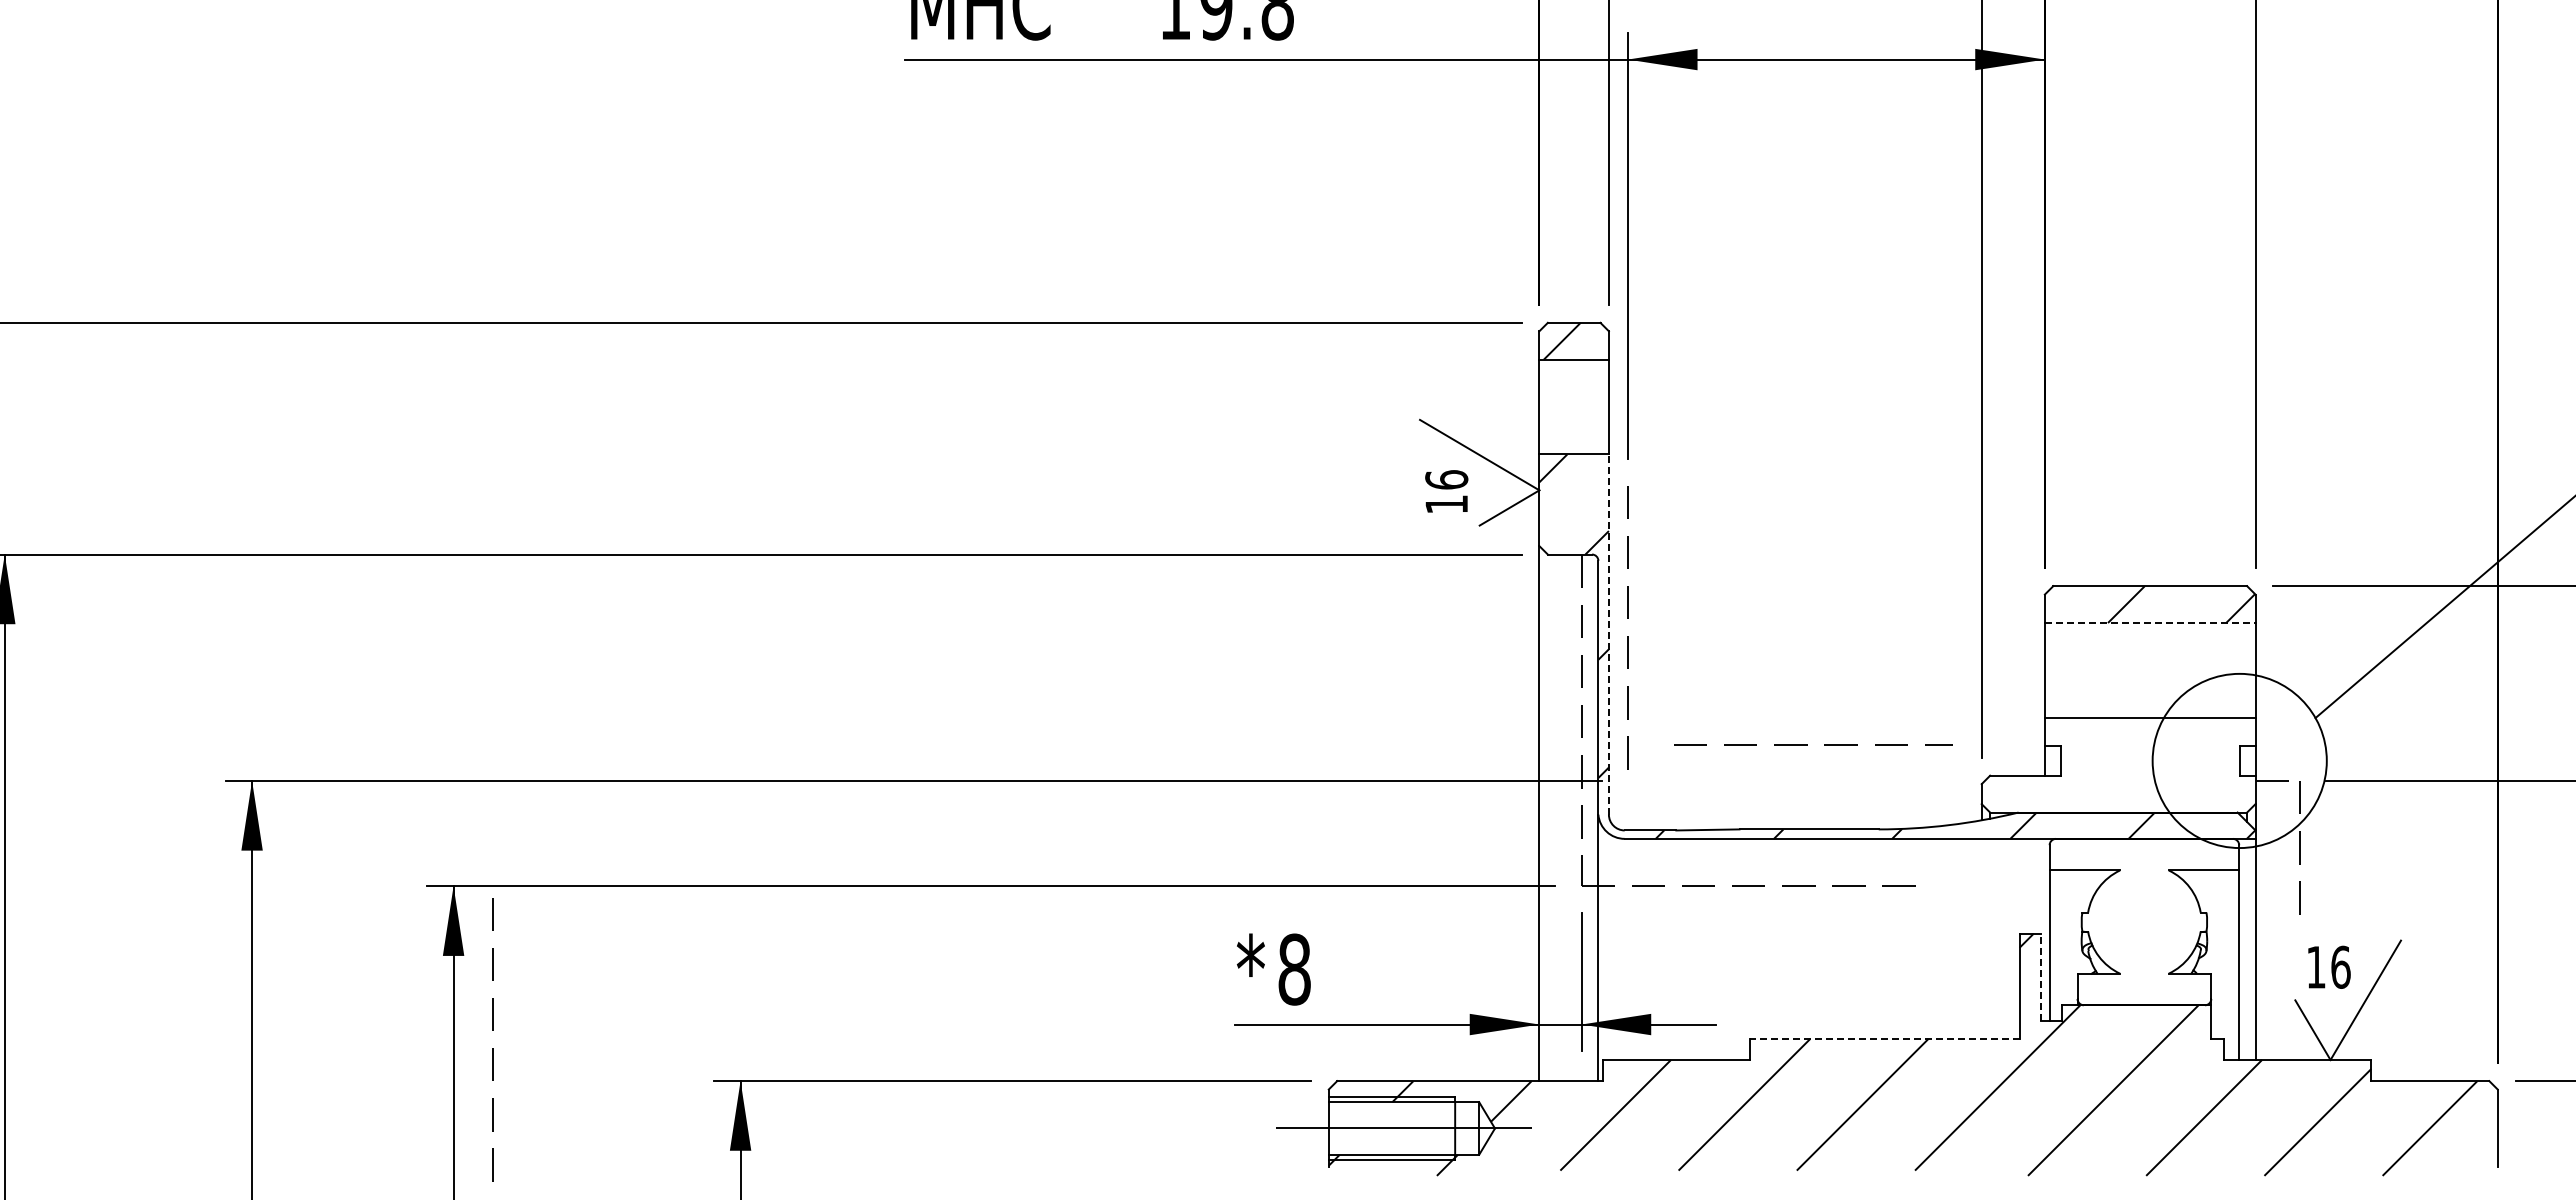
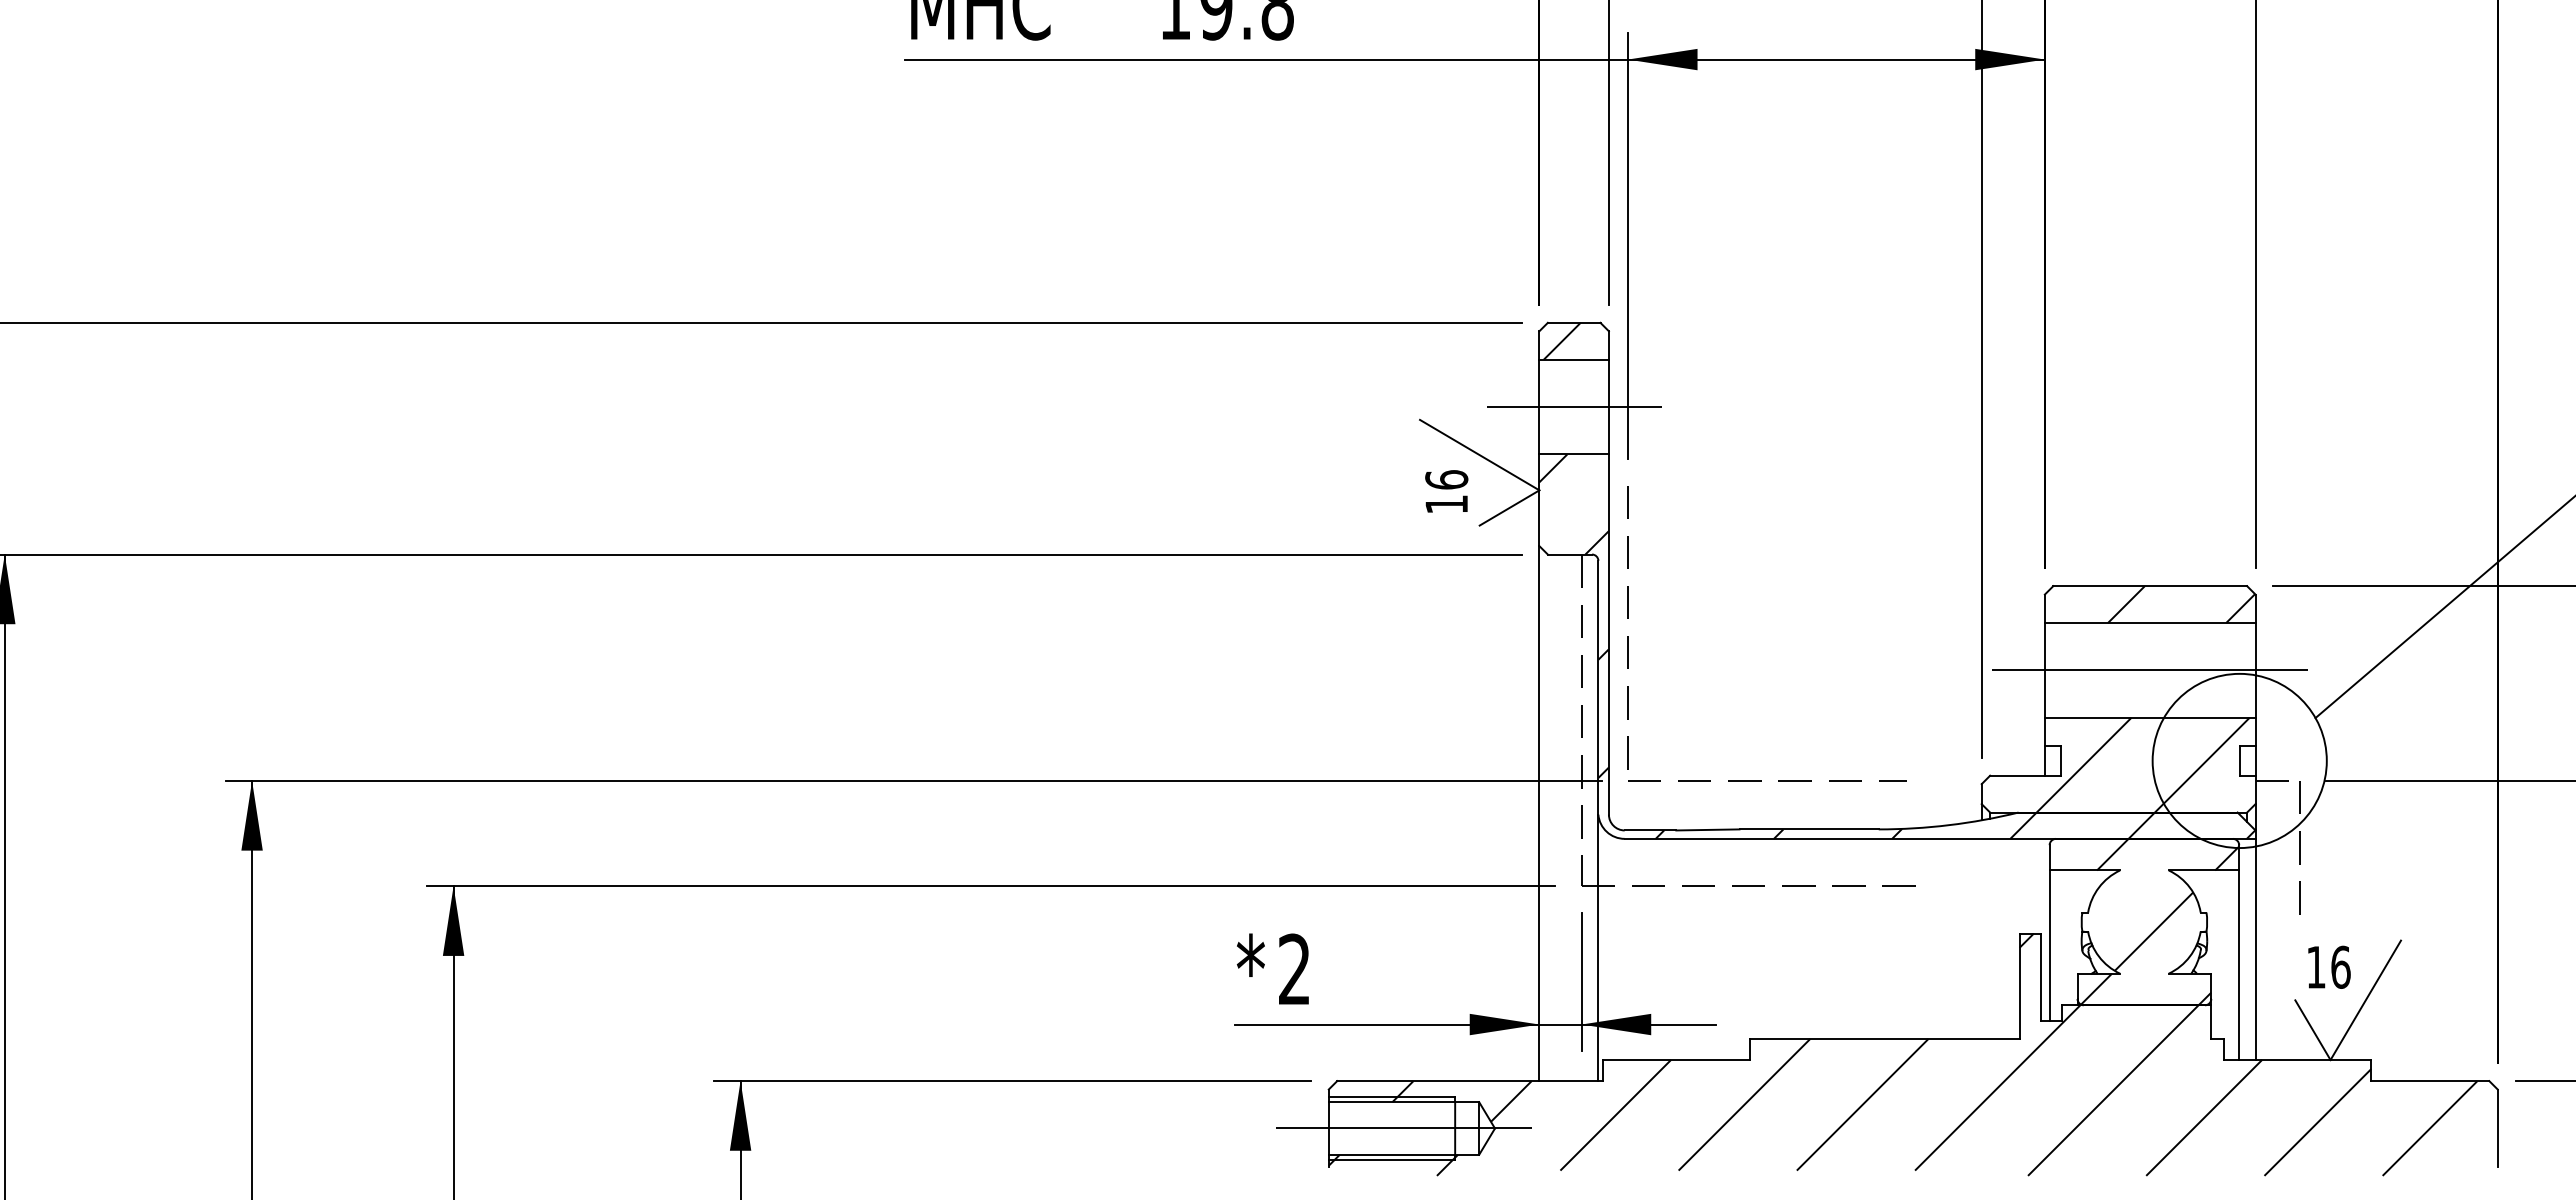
line at (1573, 407): none -> present
line at (2150, 623): dashed -> solid
line at (1608, 634): dashed -> solid
line at (2150, 670): none -> present
line at (1807, 744) position: (1807, 744) -> (1761, 780)
hatch at (2142, 764): none -> present
hatch at (2160, 921): none -> present
text at (1294, 969): 8 -> 2
line at (2040, 977): dashed -> solid
line at (492, 1030): present -> none
line at (1884, 1038): dashed -> solid
